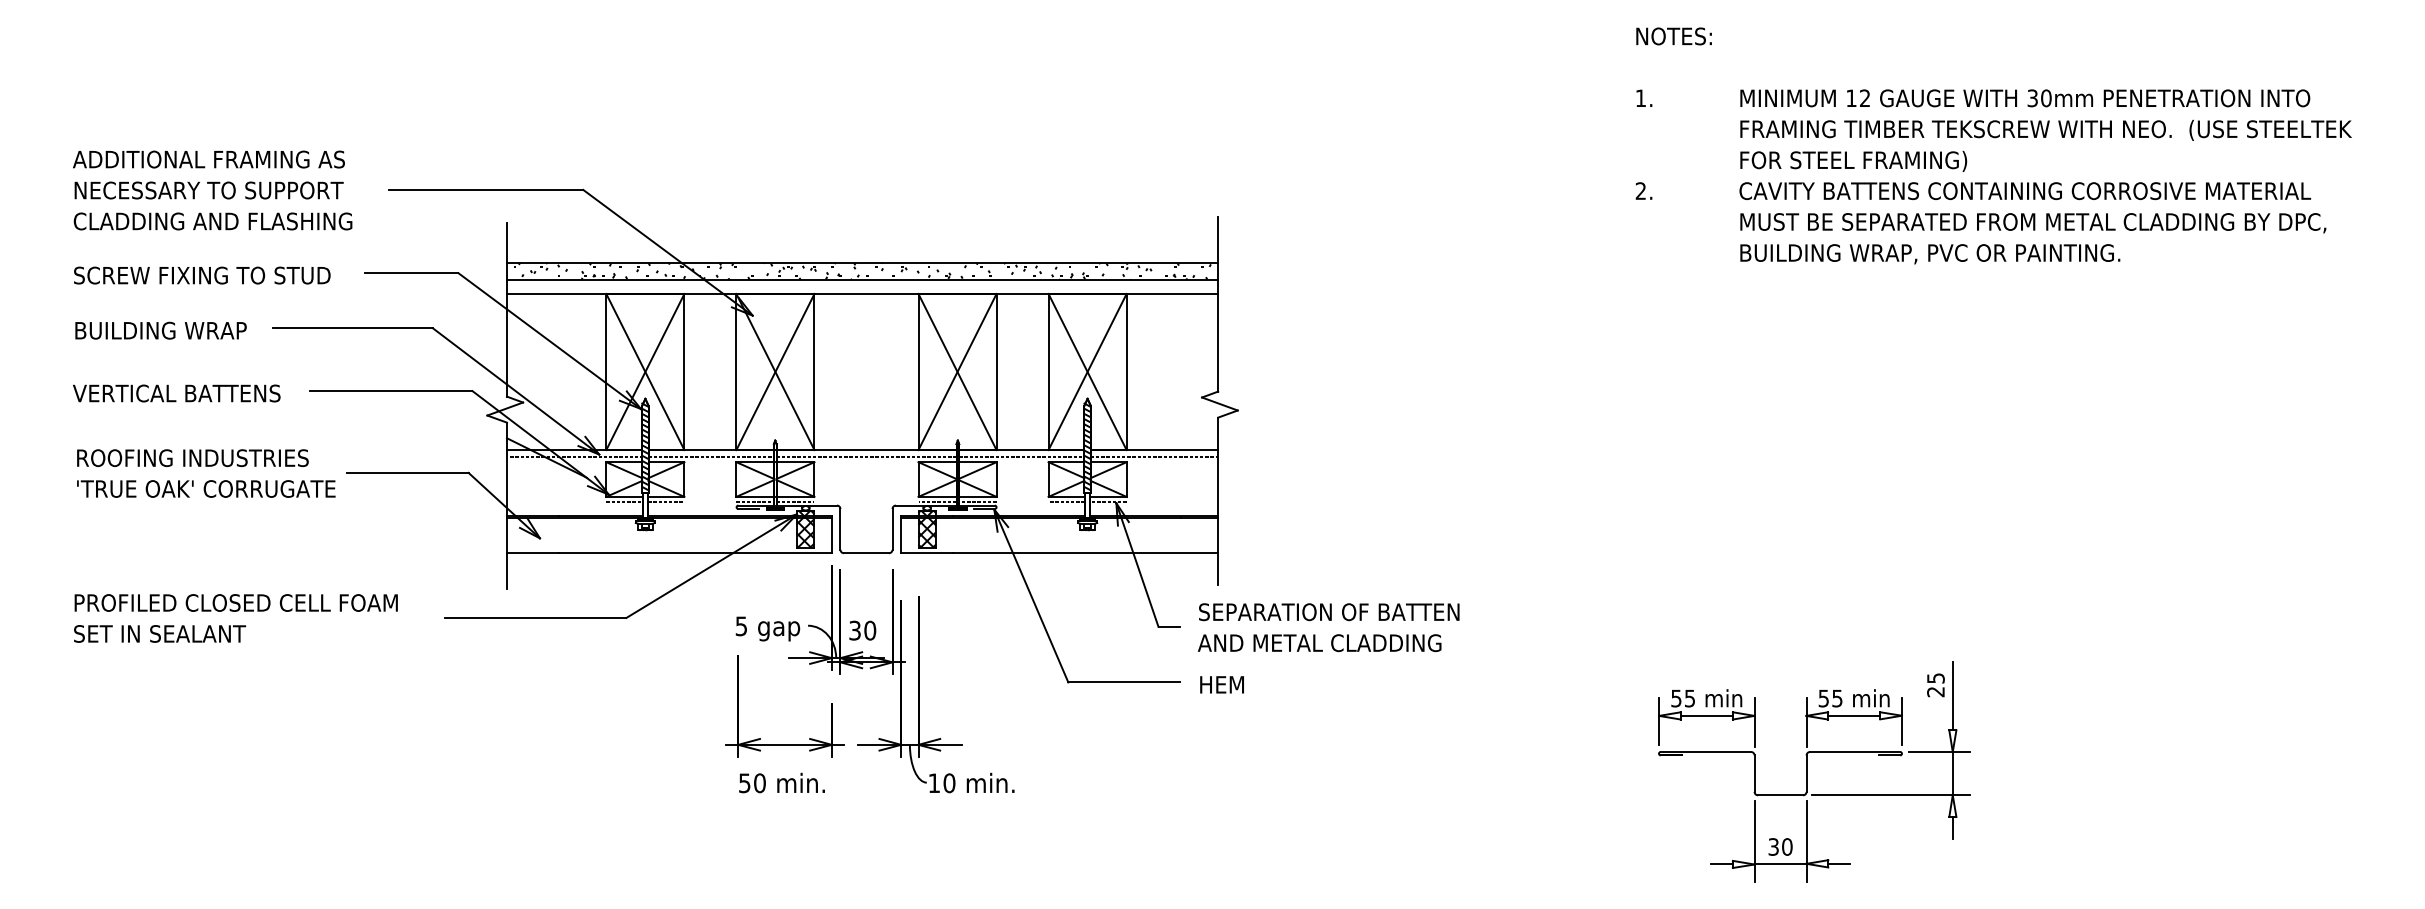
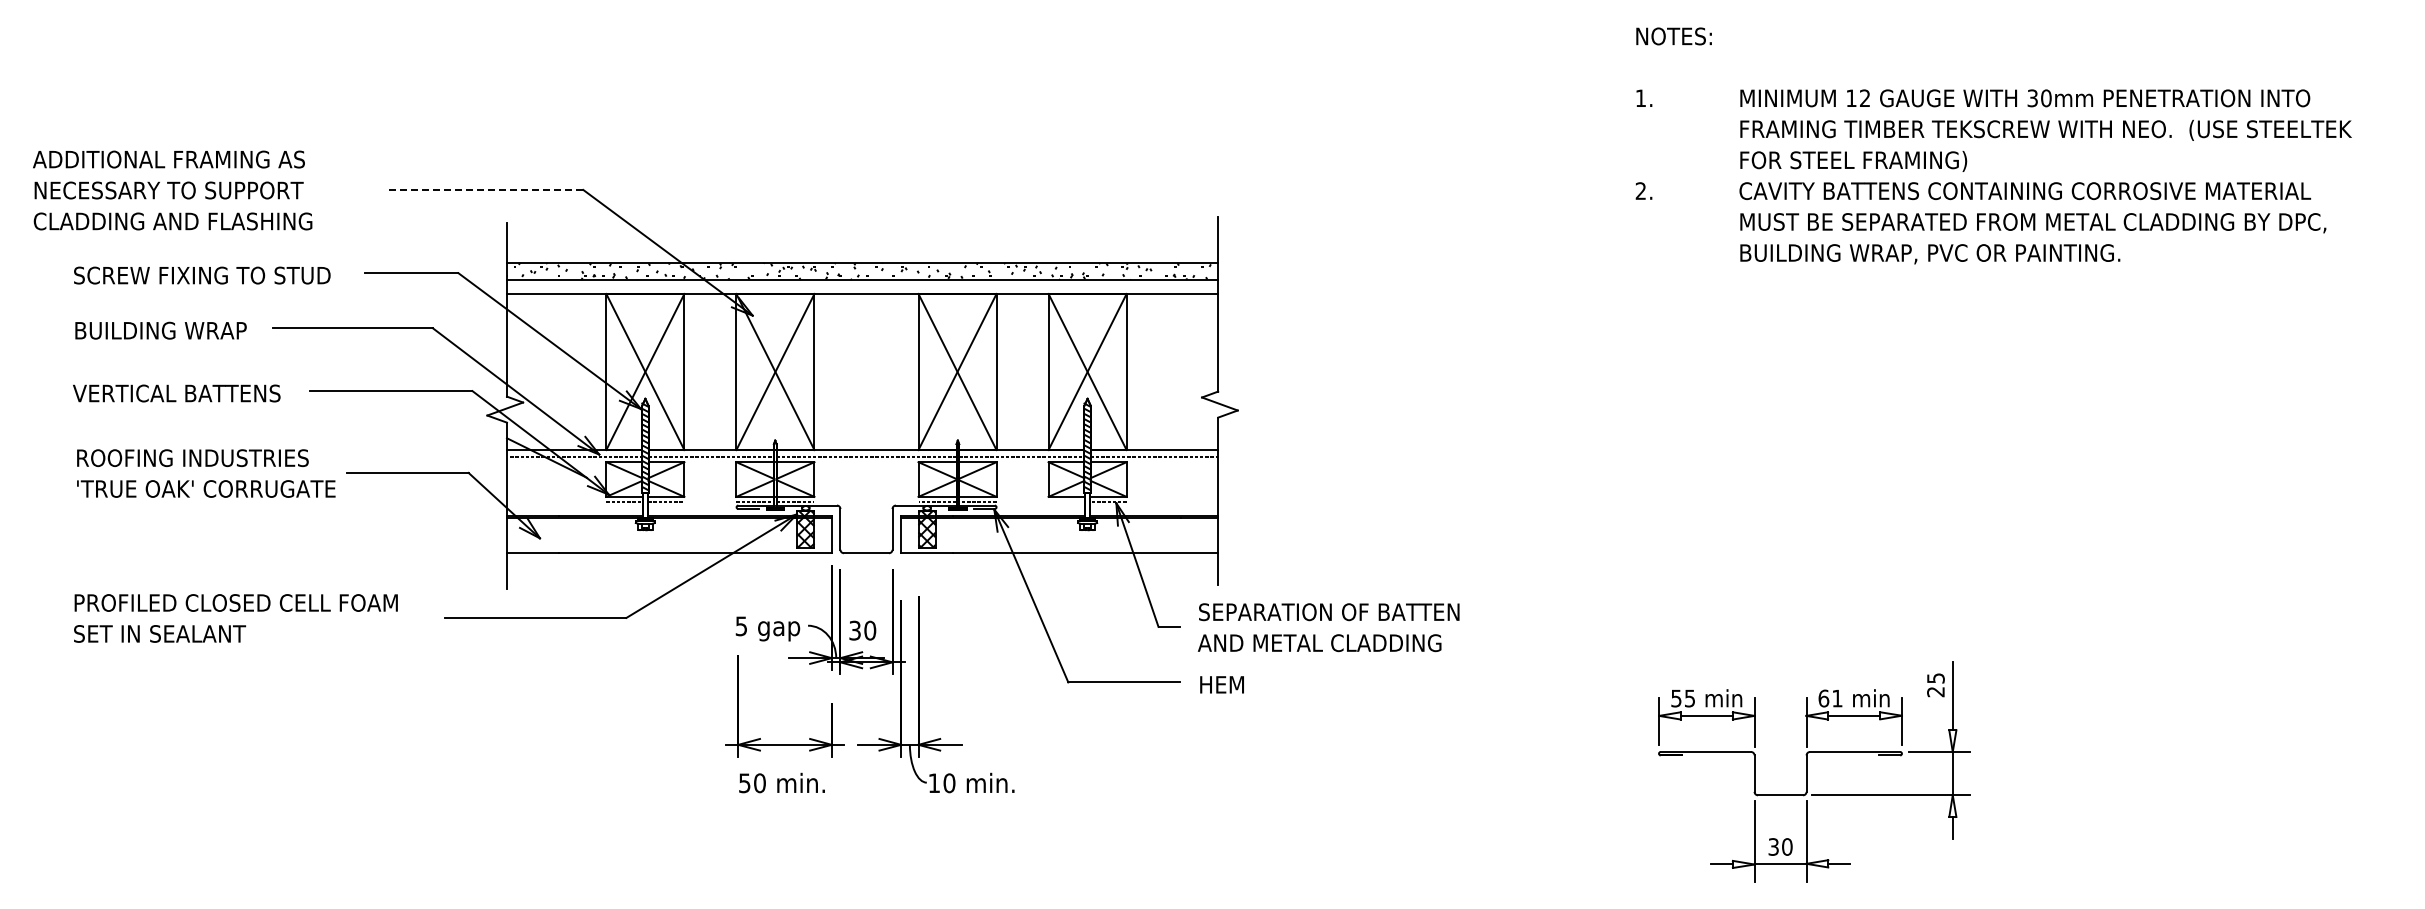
line at (485, 189): solid -> dashed
text at (212, 190) position: (212, 190) -> (172, 190)
line at (1066, 502): present -> none
text at (1830, 698): 55 -> 61
